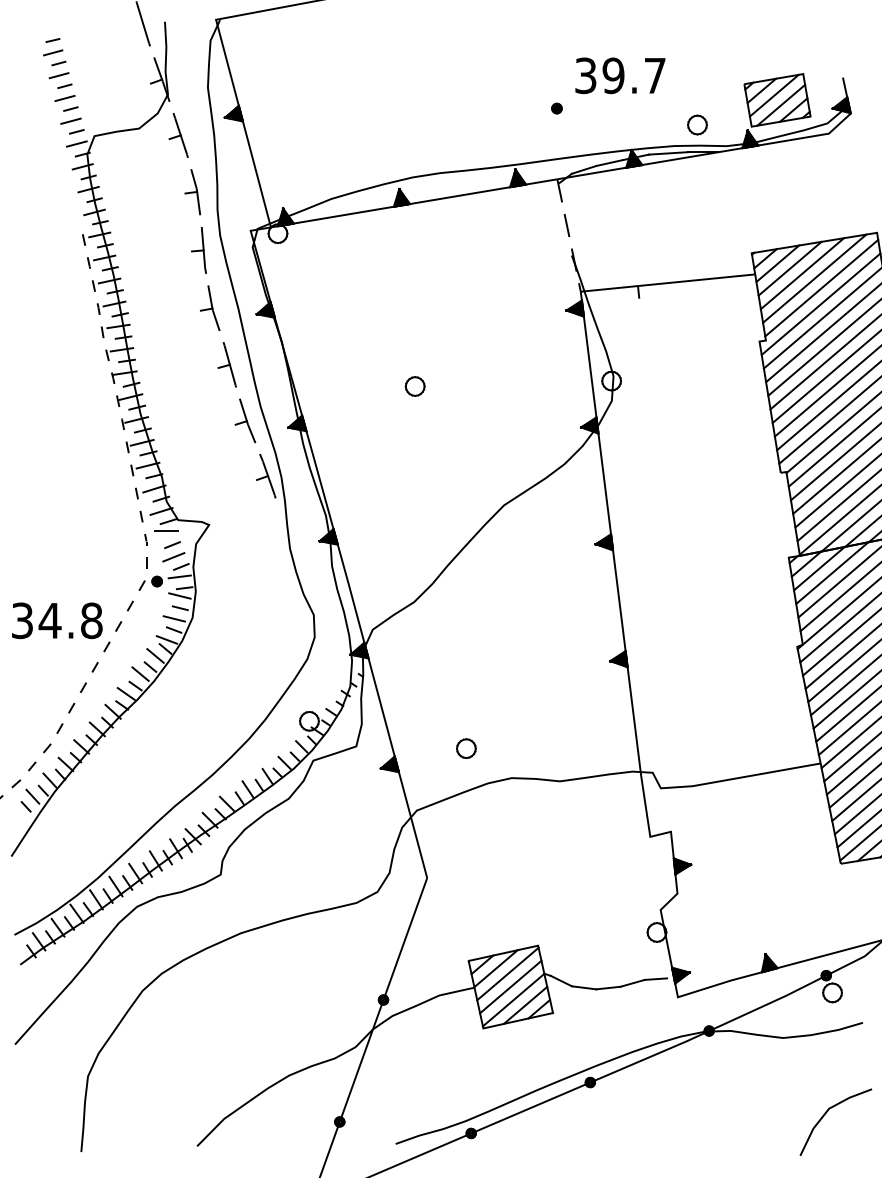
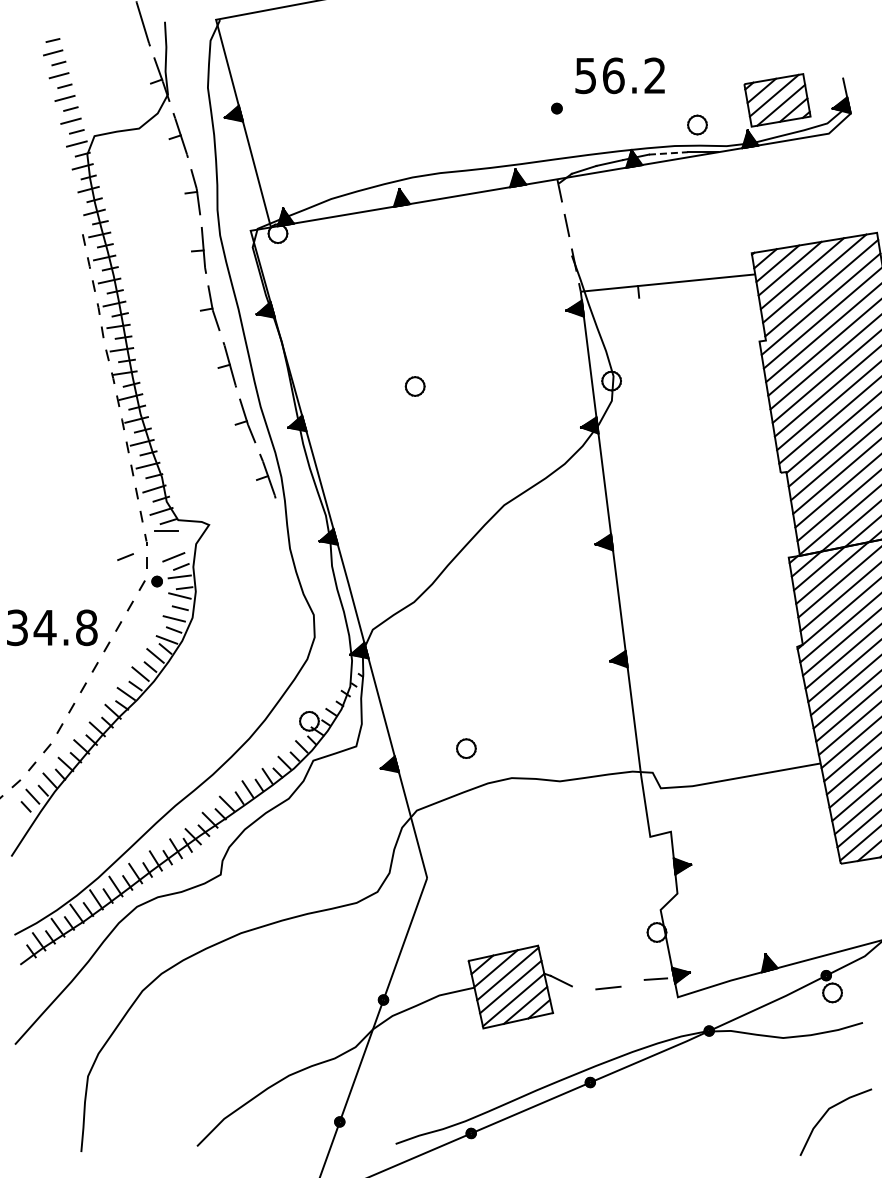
text at (620, 75): 39.7 -> 56.2
line at (668, 153): solid -> dashed
line at (172, 544) position: (172, 544) -> (125, 556)
text at (57, 620) position: (57, 620) -> (52, 627)
line at (632, 982): present -> none
line at (583, 987): present -> none
